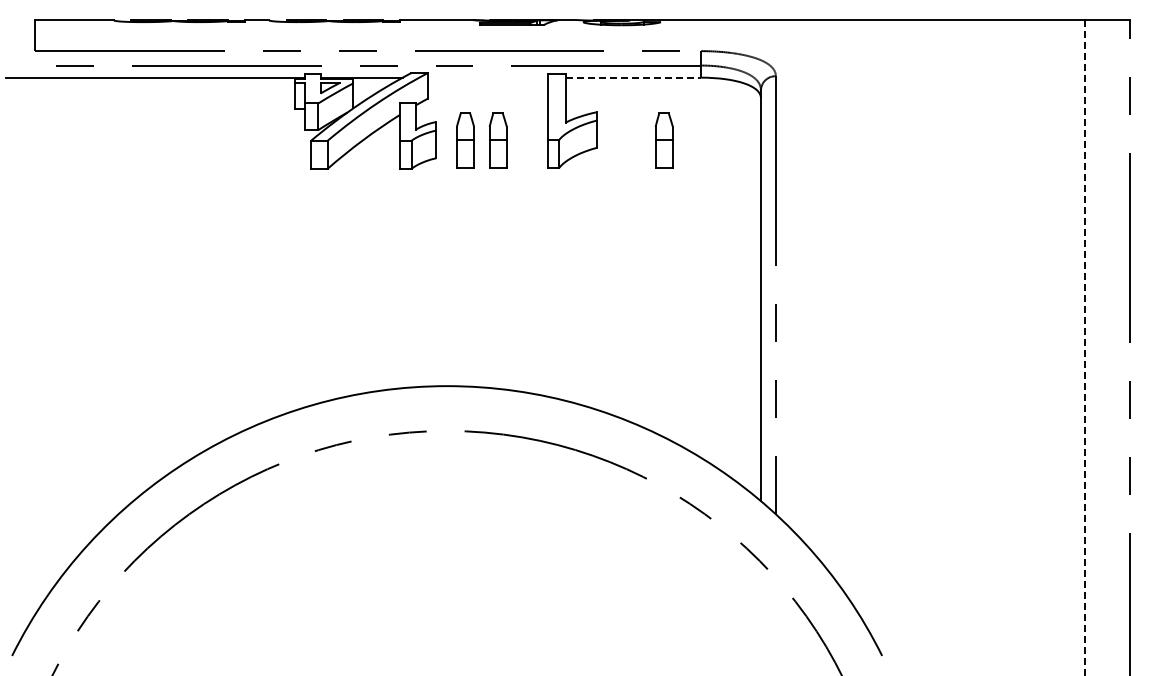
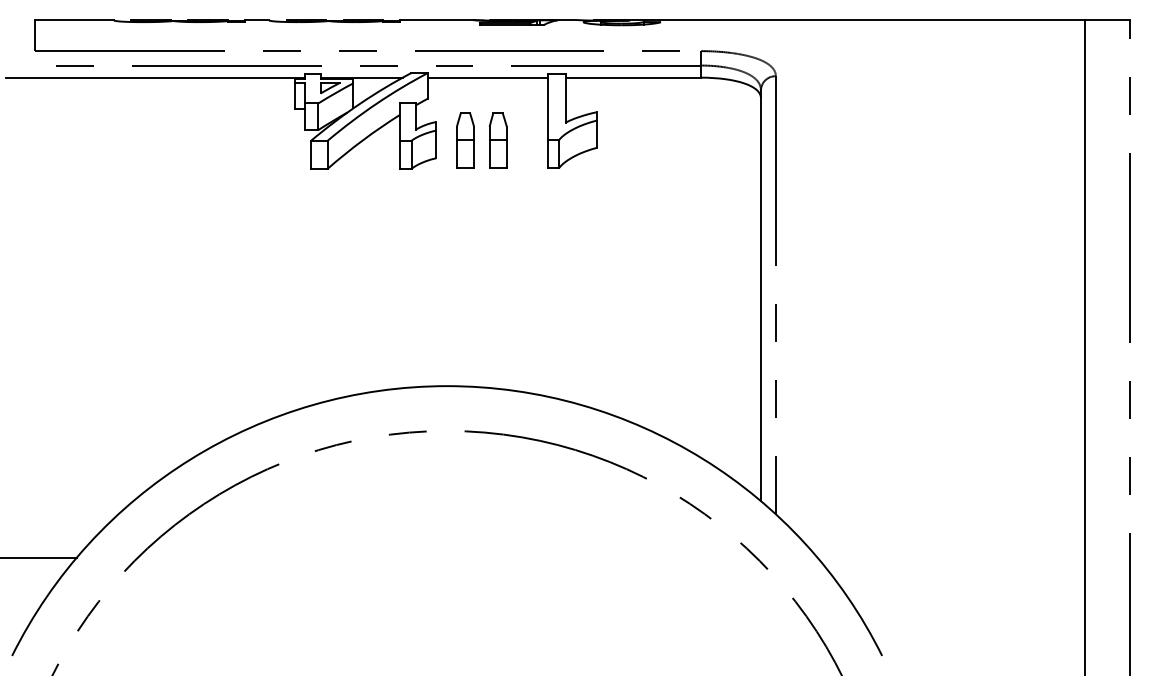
line at (487, 77): none -> present
line at (633, 77): dashed -> solid
part at (663, 140): present -> none
line at (1085, 347): dashed -> solid
line at (39, 557): none -> present
